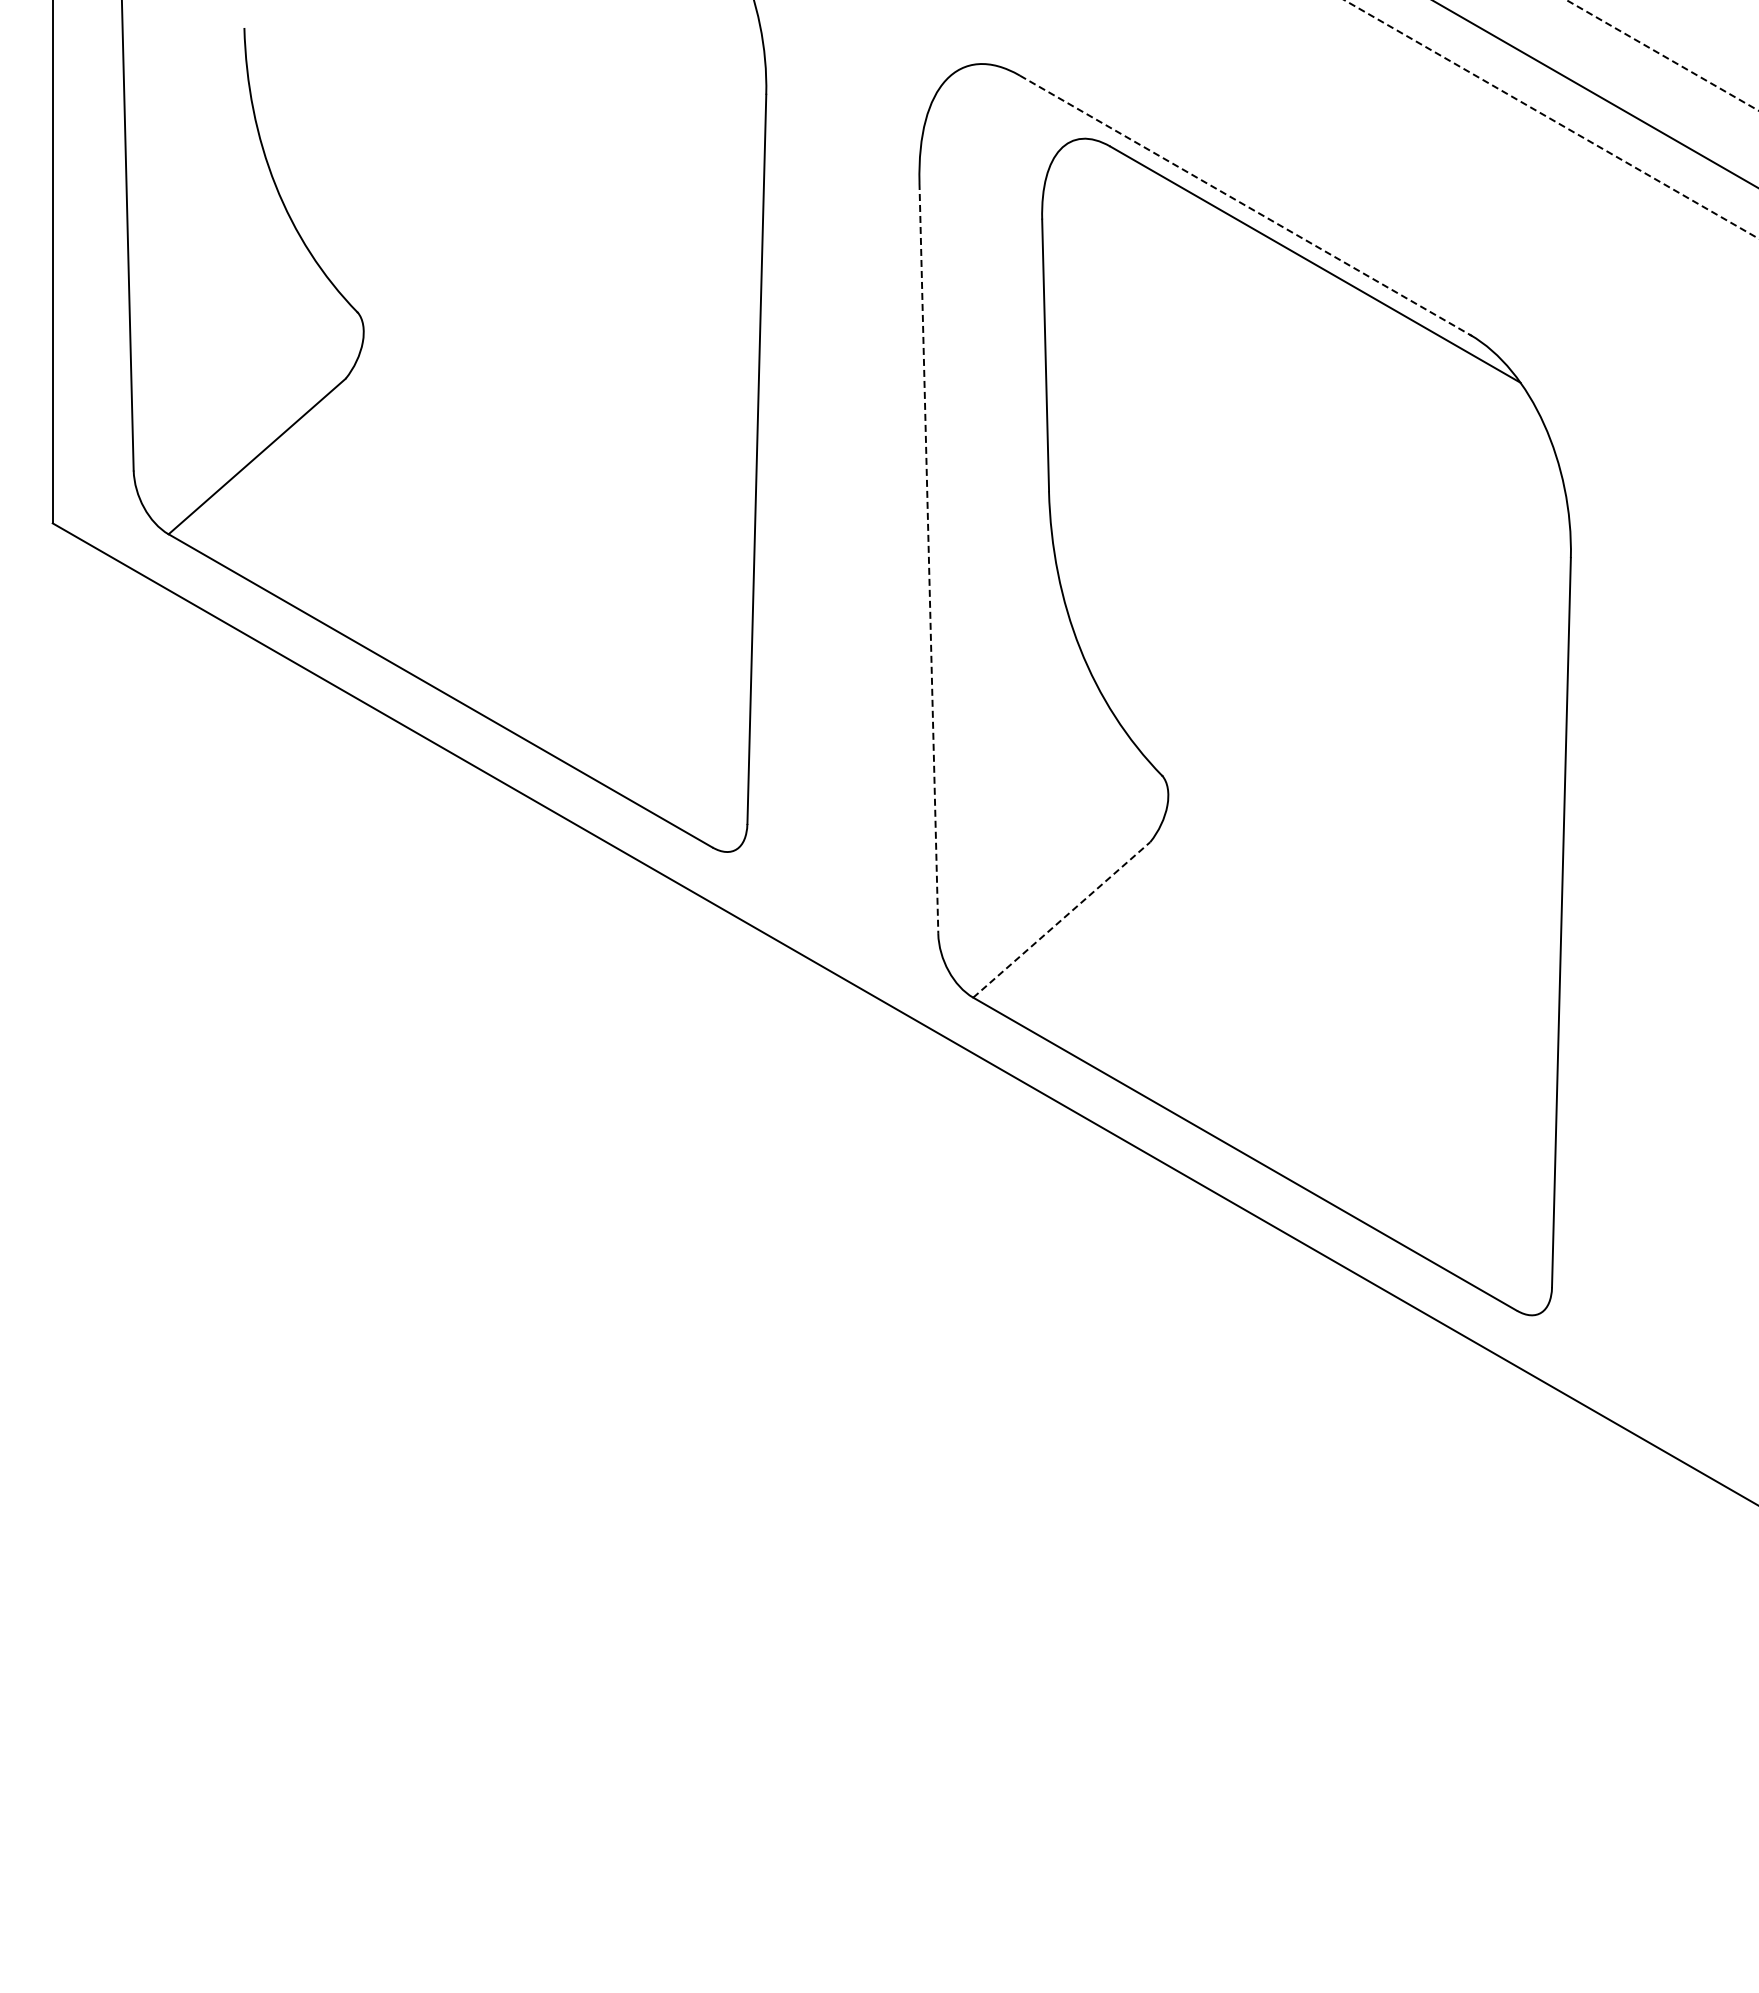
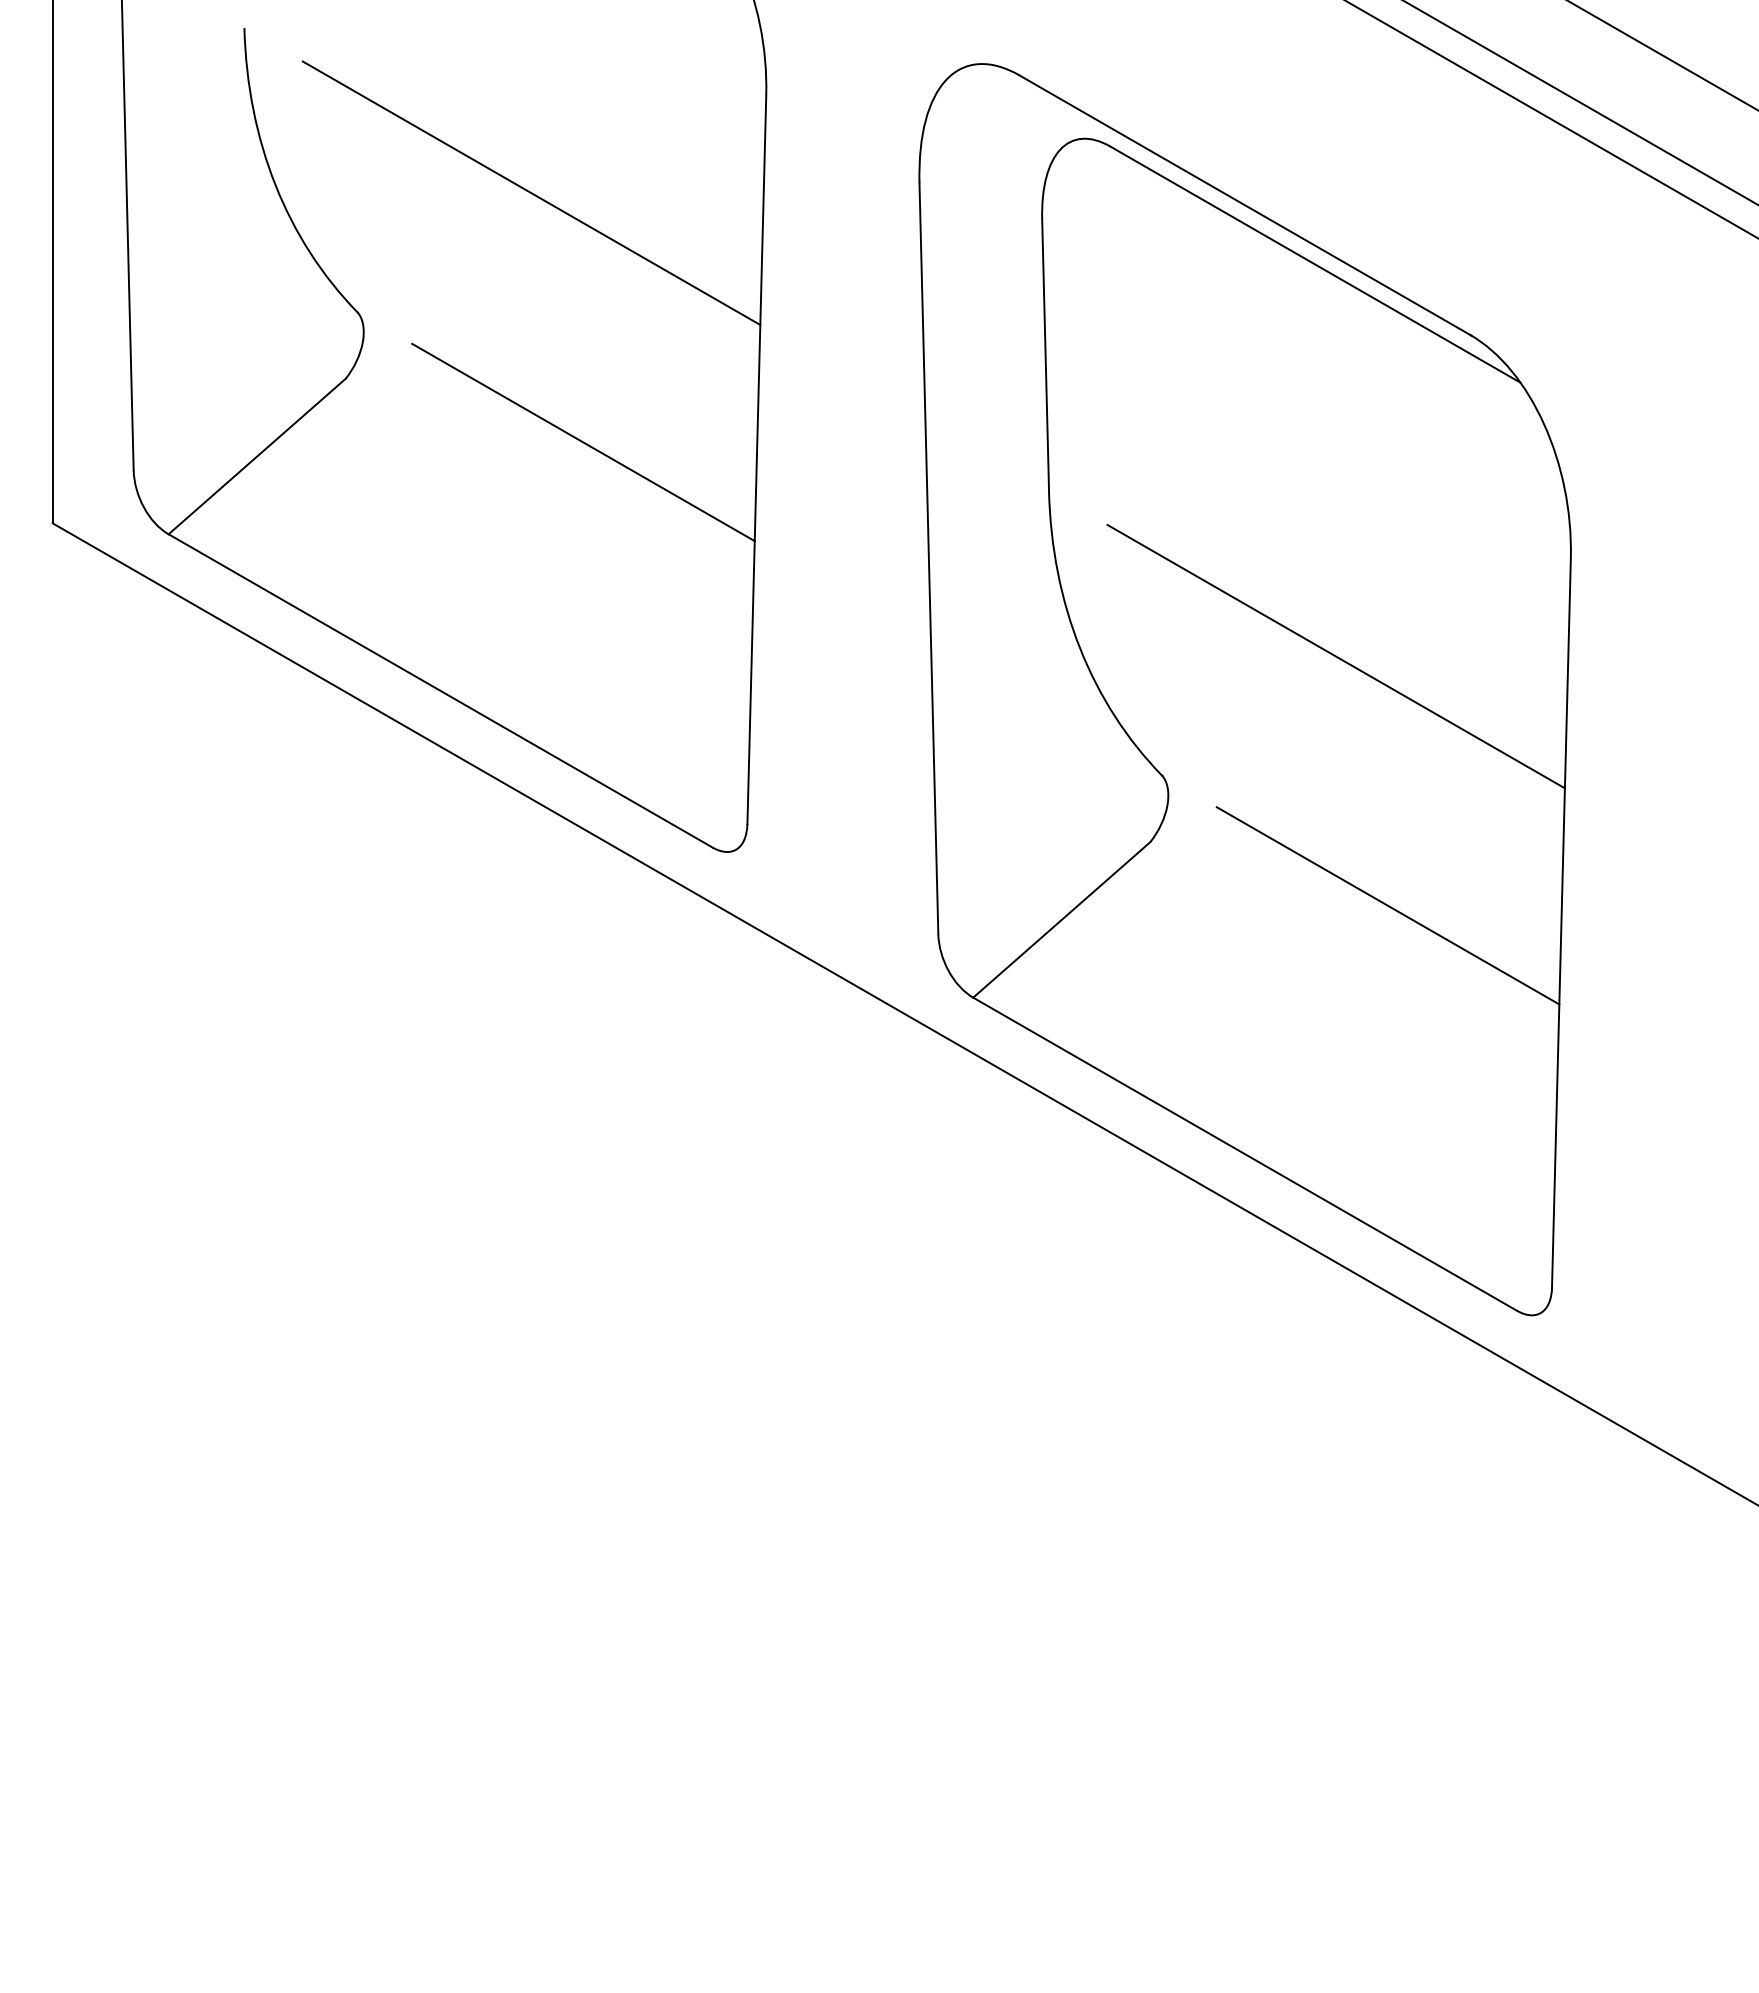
line at (1662, 55): dashed -> solid
line at (1595, 94) position: (1595, 94) -> (1580, 102)
line at (1551, 119): dashed -> solid
line at (531, 192): none -> present
line at (1245, 205): dashed -> solid
line at (583, 442): none -> present
line at (928, 558): dashed -> solid
line at (1335, 656): none -> present
line at (1387, 905): none -> present
line at (1061, 919): dashed -> solid
